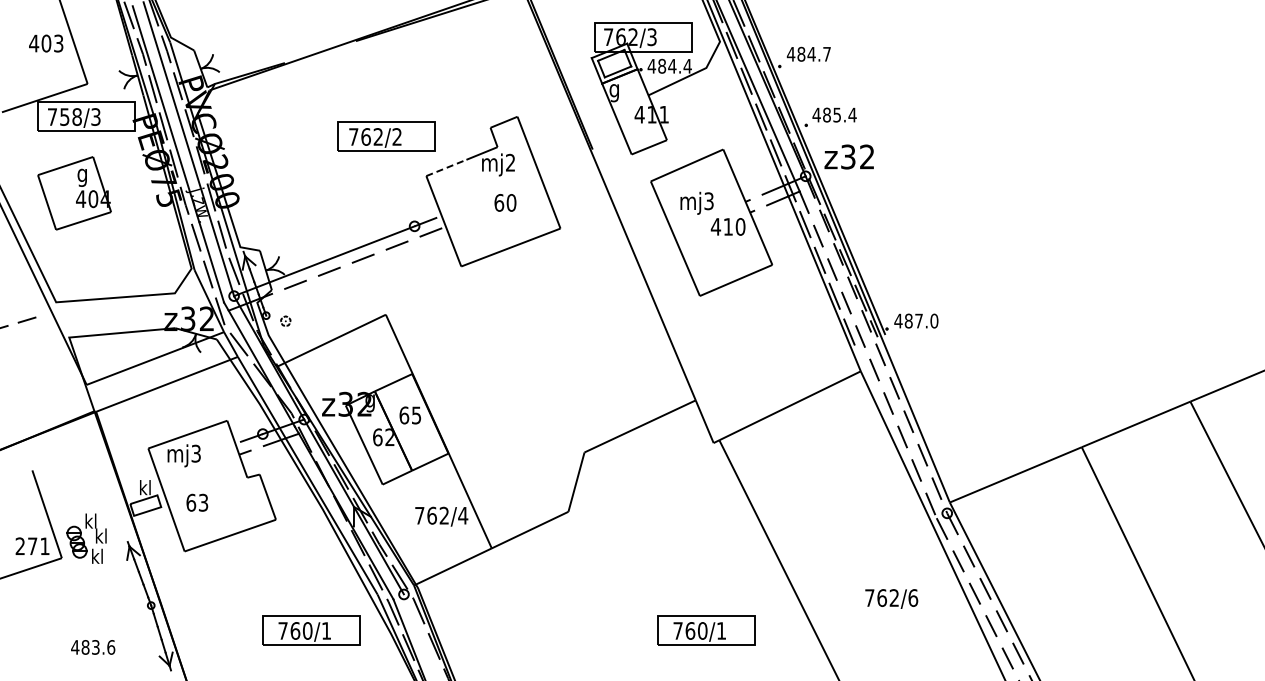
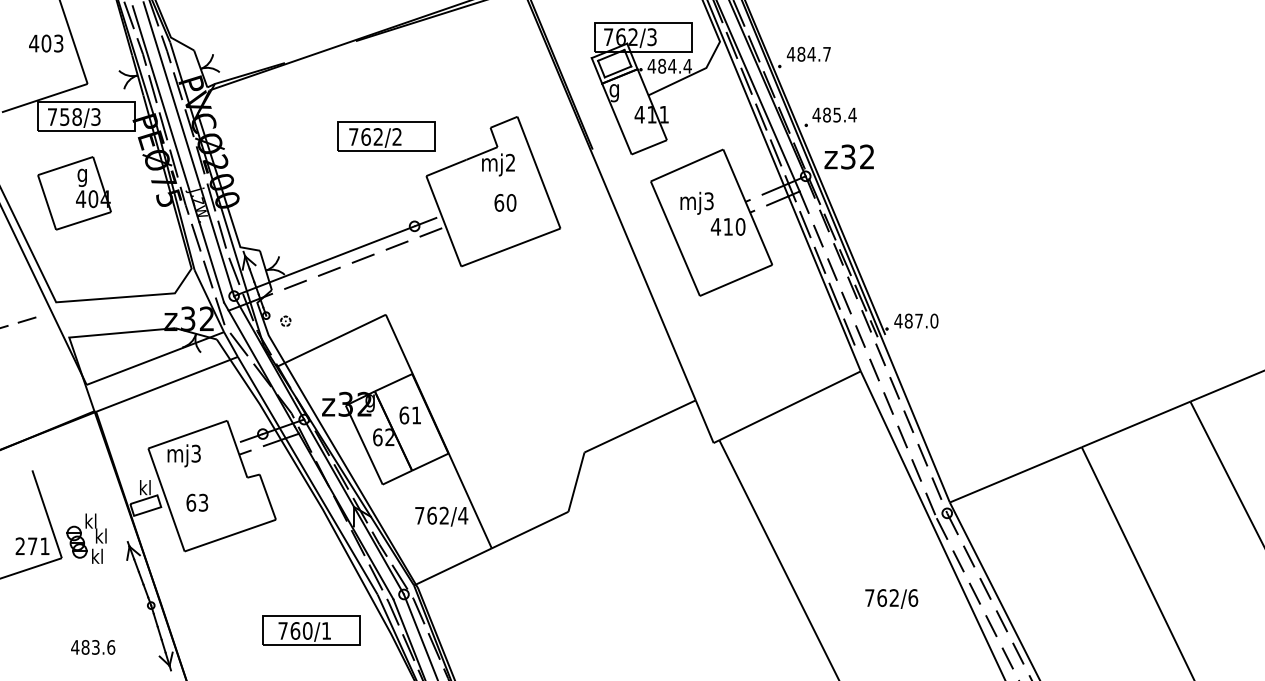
line at (446, 167): dashed -> solid
text at (416, 415): 65 -> 61
part at (706, 630): present -> none
line at (419, 635): none -> present
